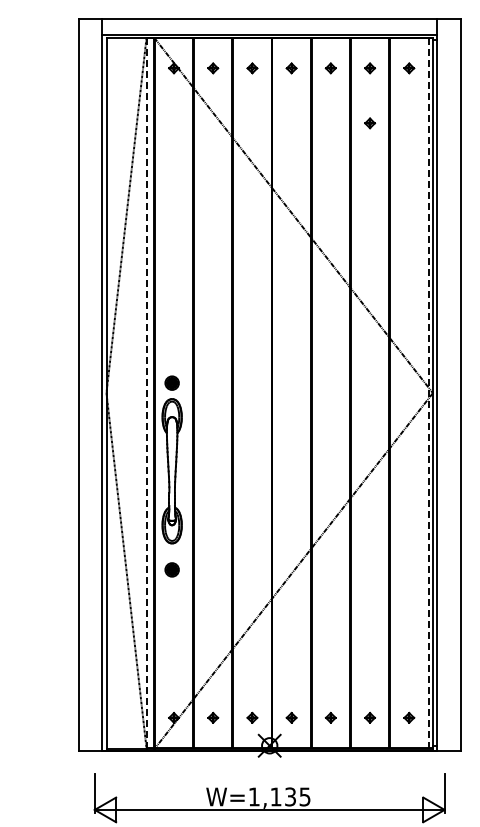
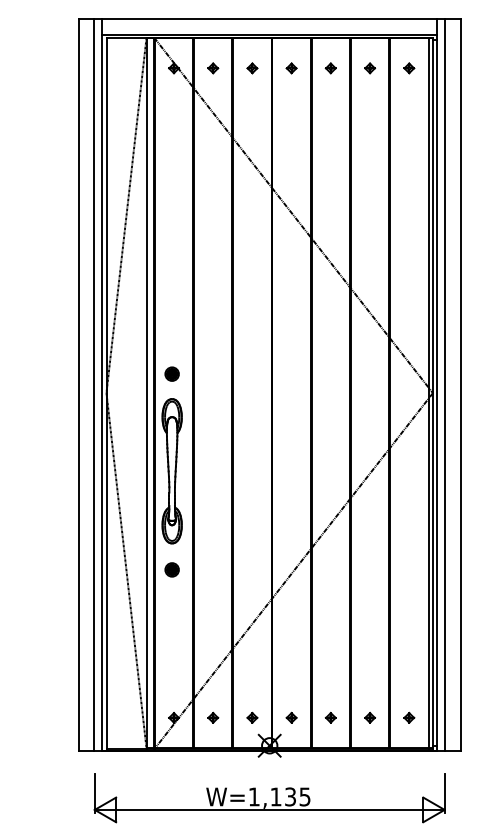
part at (370, 123): present -> none
part at (171, 382) position: (171, 382) -> (171, 373)
line at (94, 385): none -> present
line at (445, 385): none -> present
line at (146, 393): dashed -> solid
line at (428, 393): dashed -> solid
